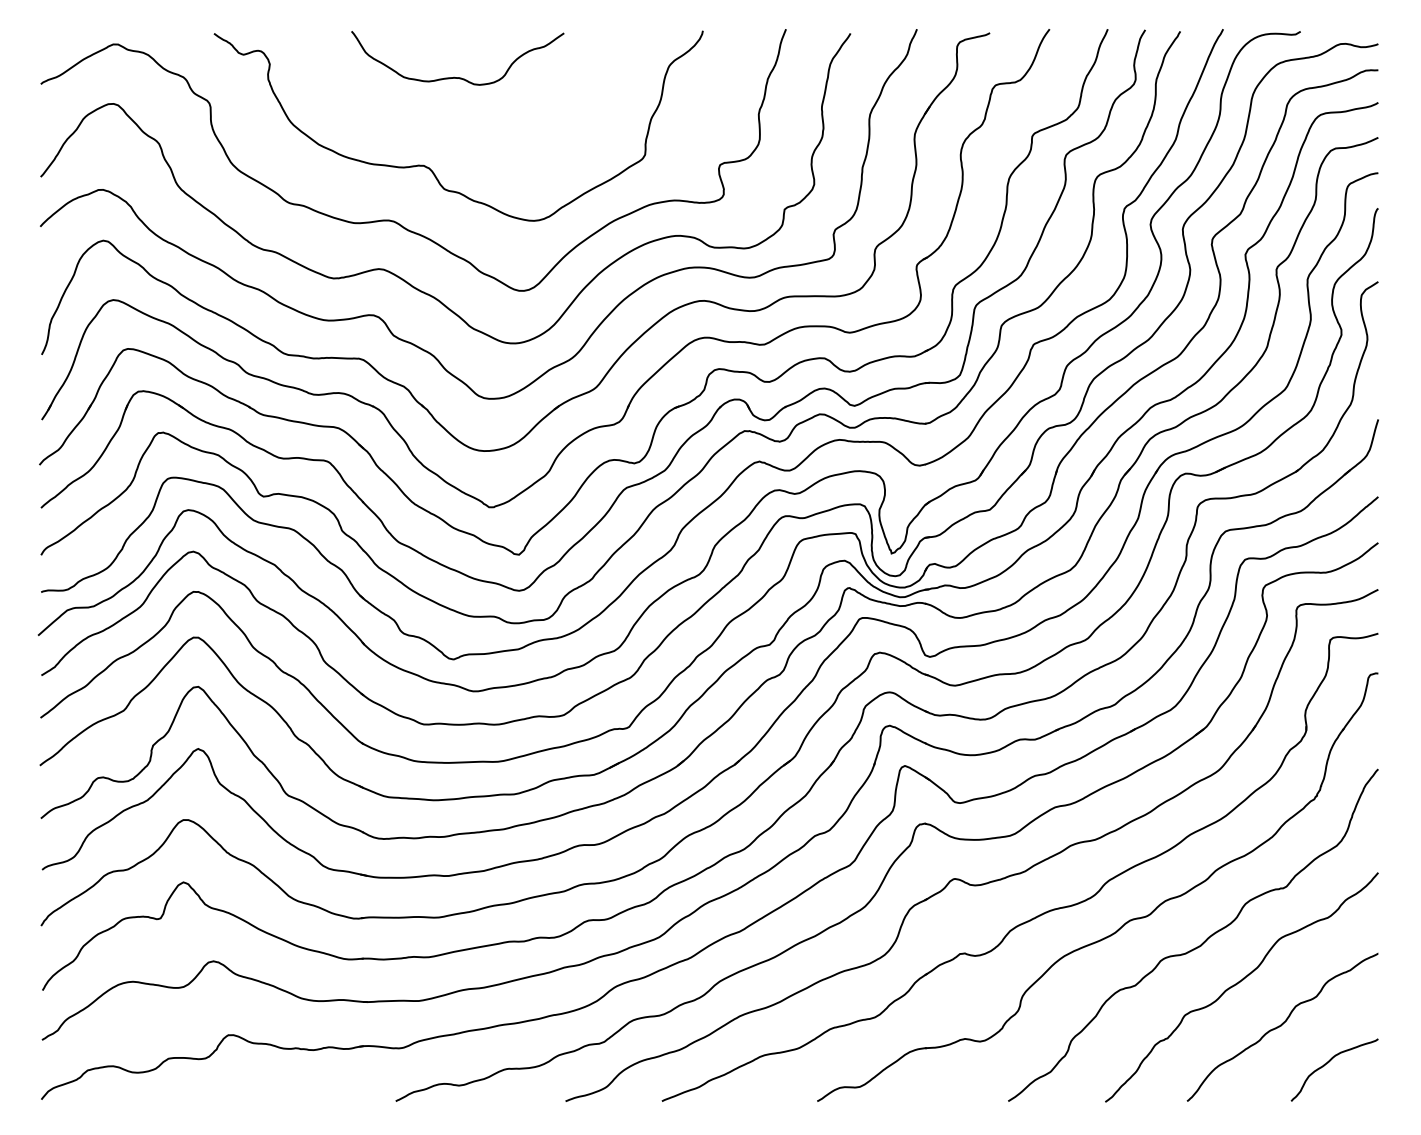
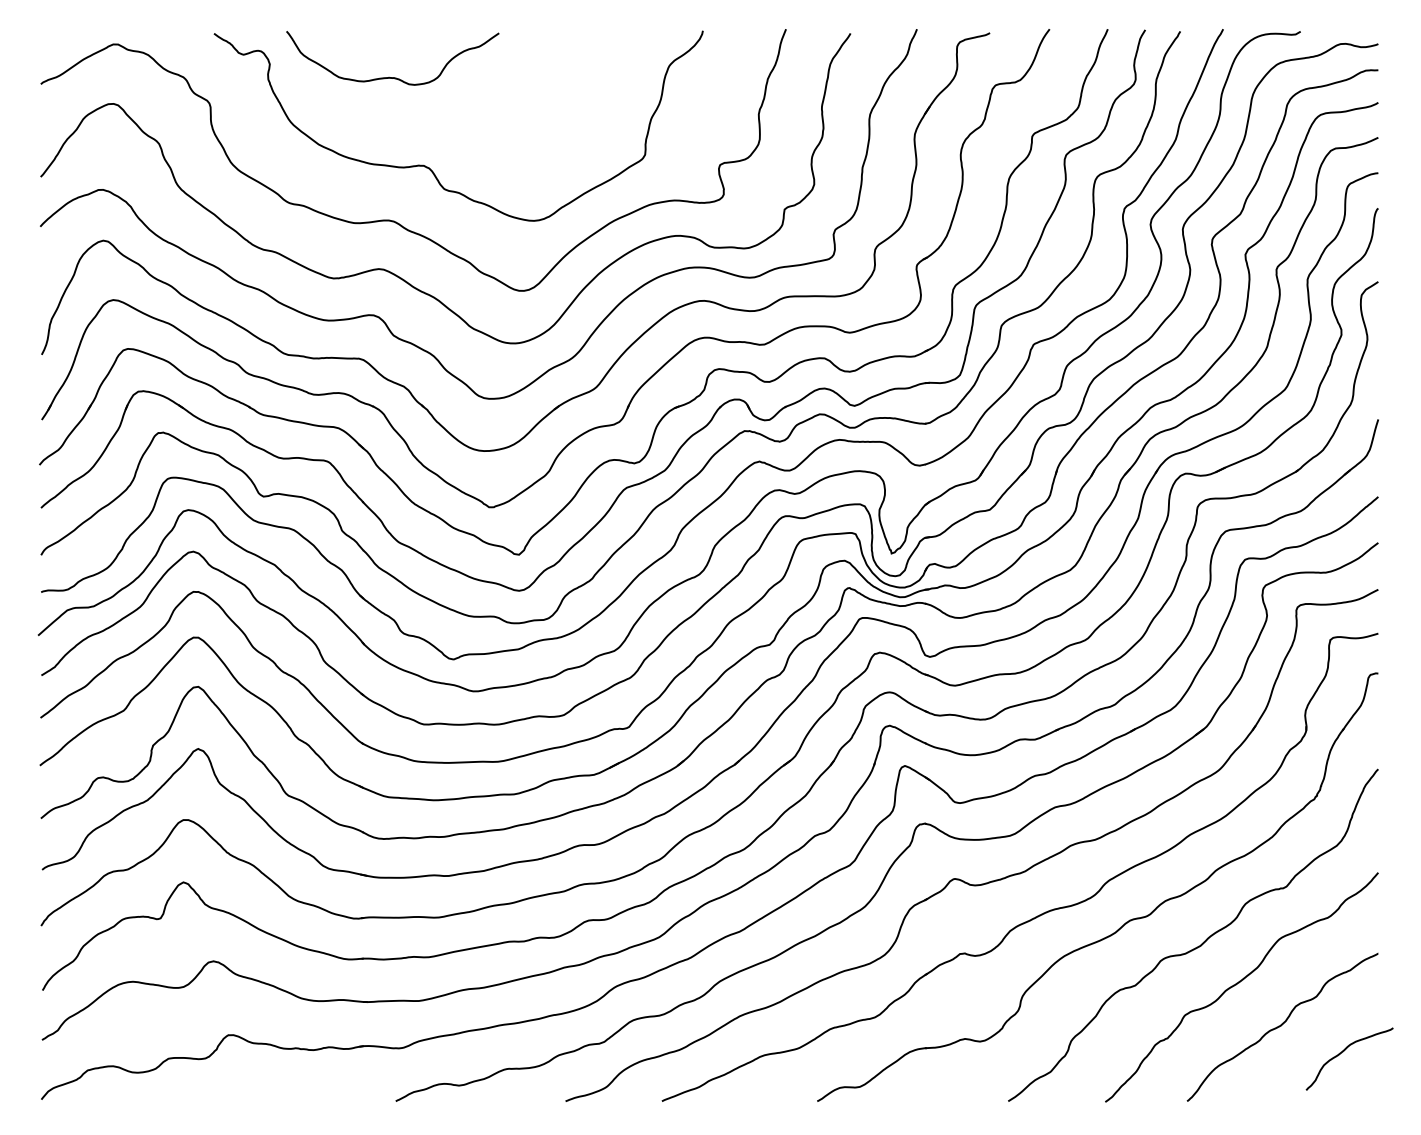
curve at (454, 76) position: (454, 76) -> (389, 76)
curve at (1328, 1063) position: (1328, 1063) -> (1343, 1052)
